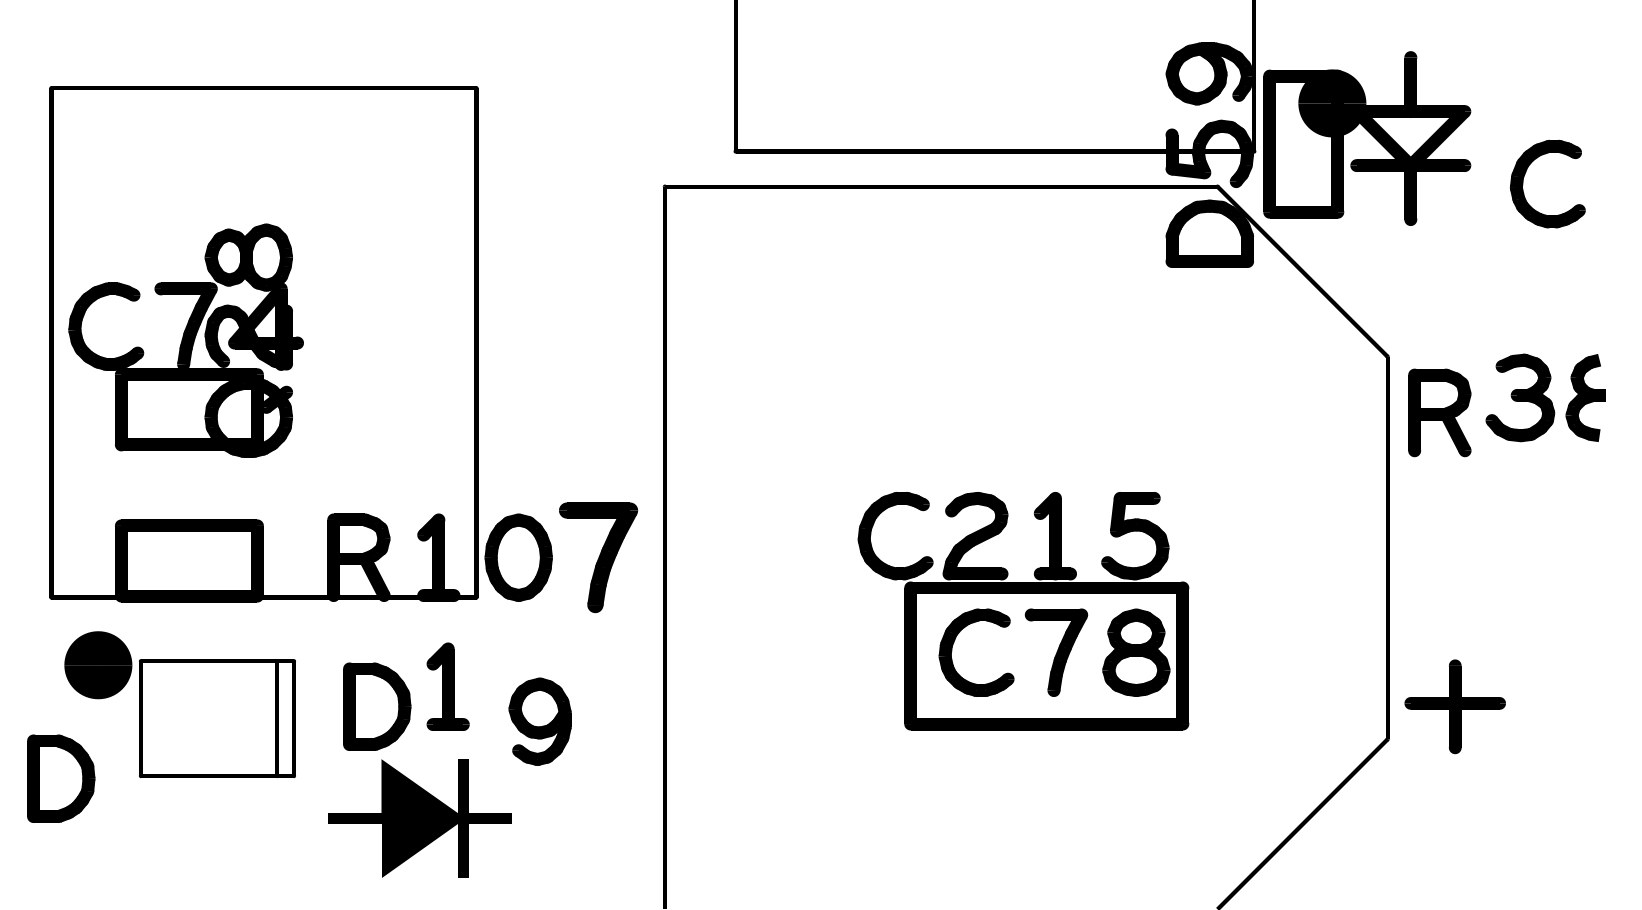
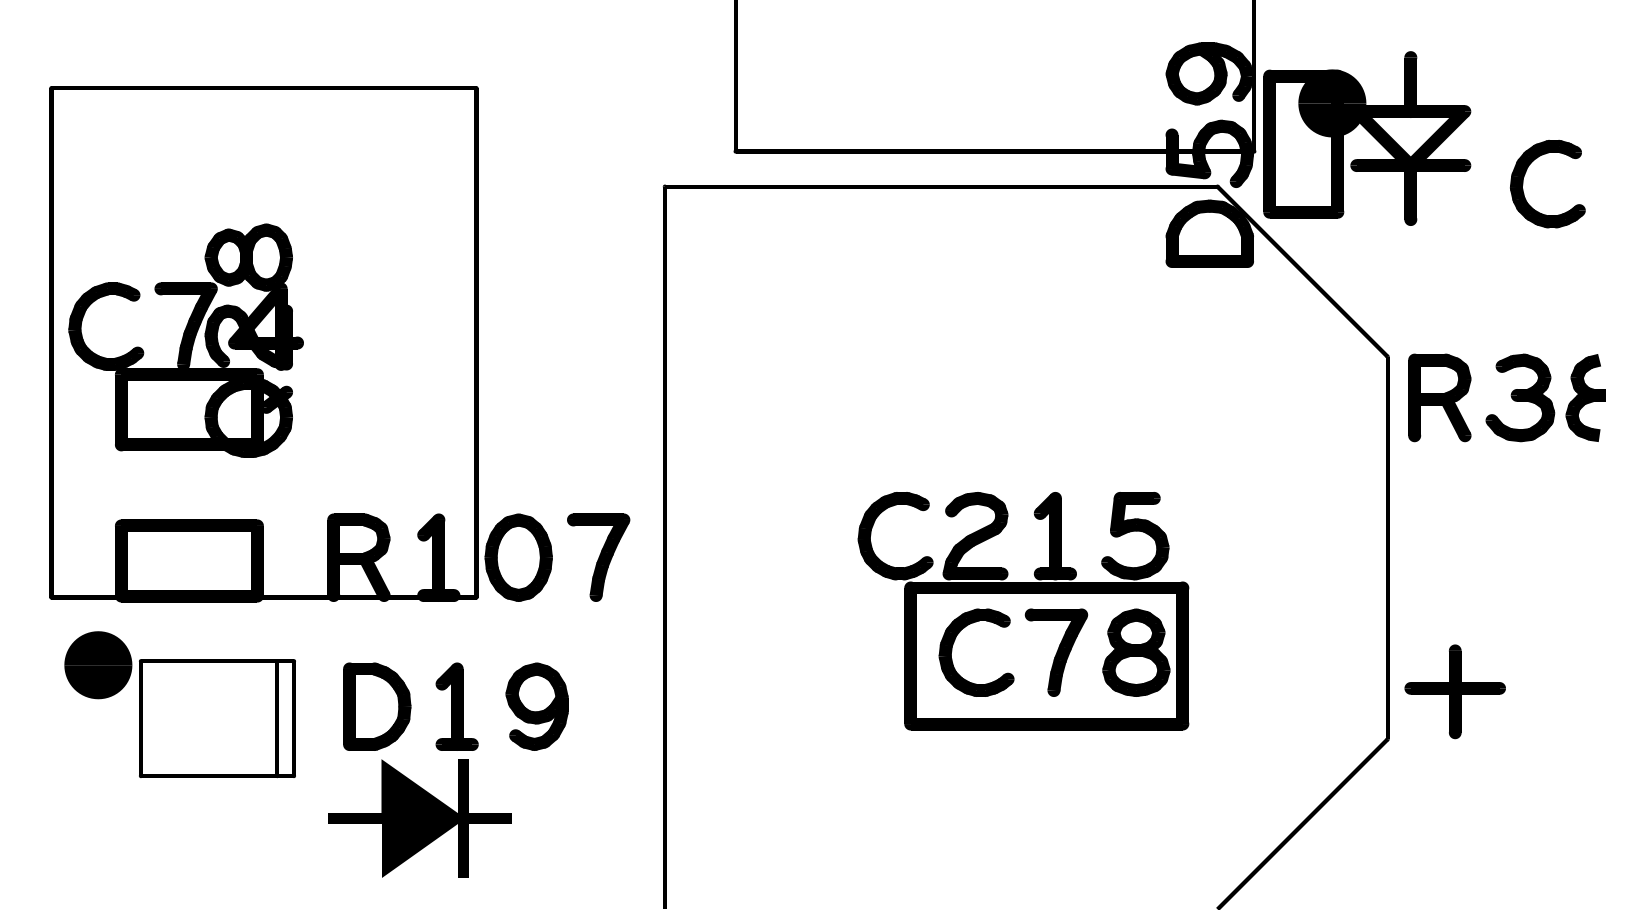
part at (1439, 412) position: (1439, 412) -> (1439, 397)
part at (598, 557) size: 80x112 px -> 64x89 px
part at (447, 686) position: (447, 686) -> (456, 706)
part at (1454, 706) position: (1454, 706) -> (1454, 691)
part at (539, 721) position: (539, 721) -> (536, 706)
part at (61, 778): present -> none
